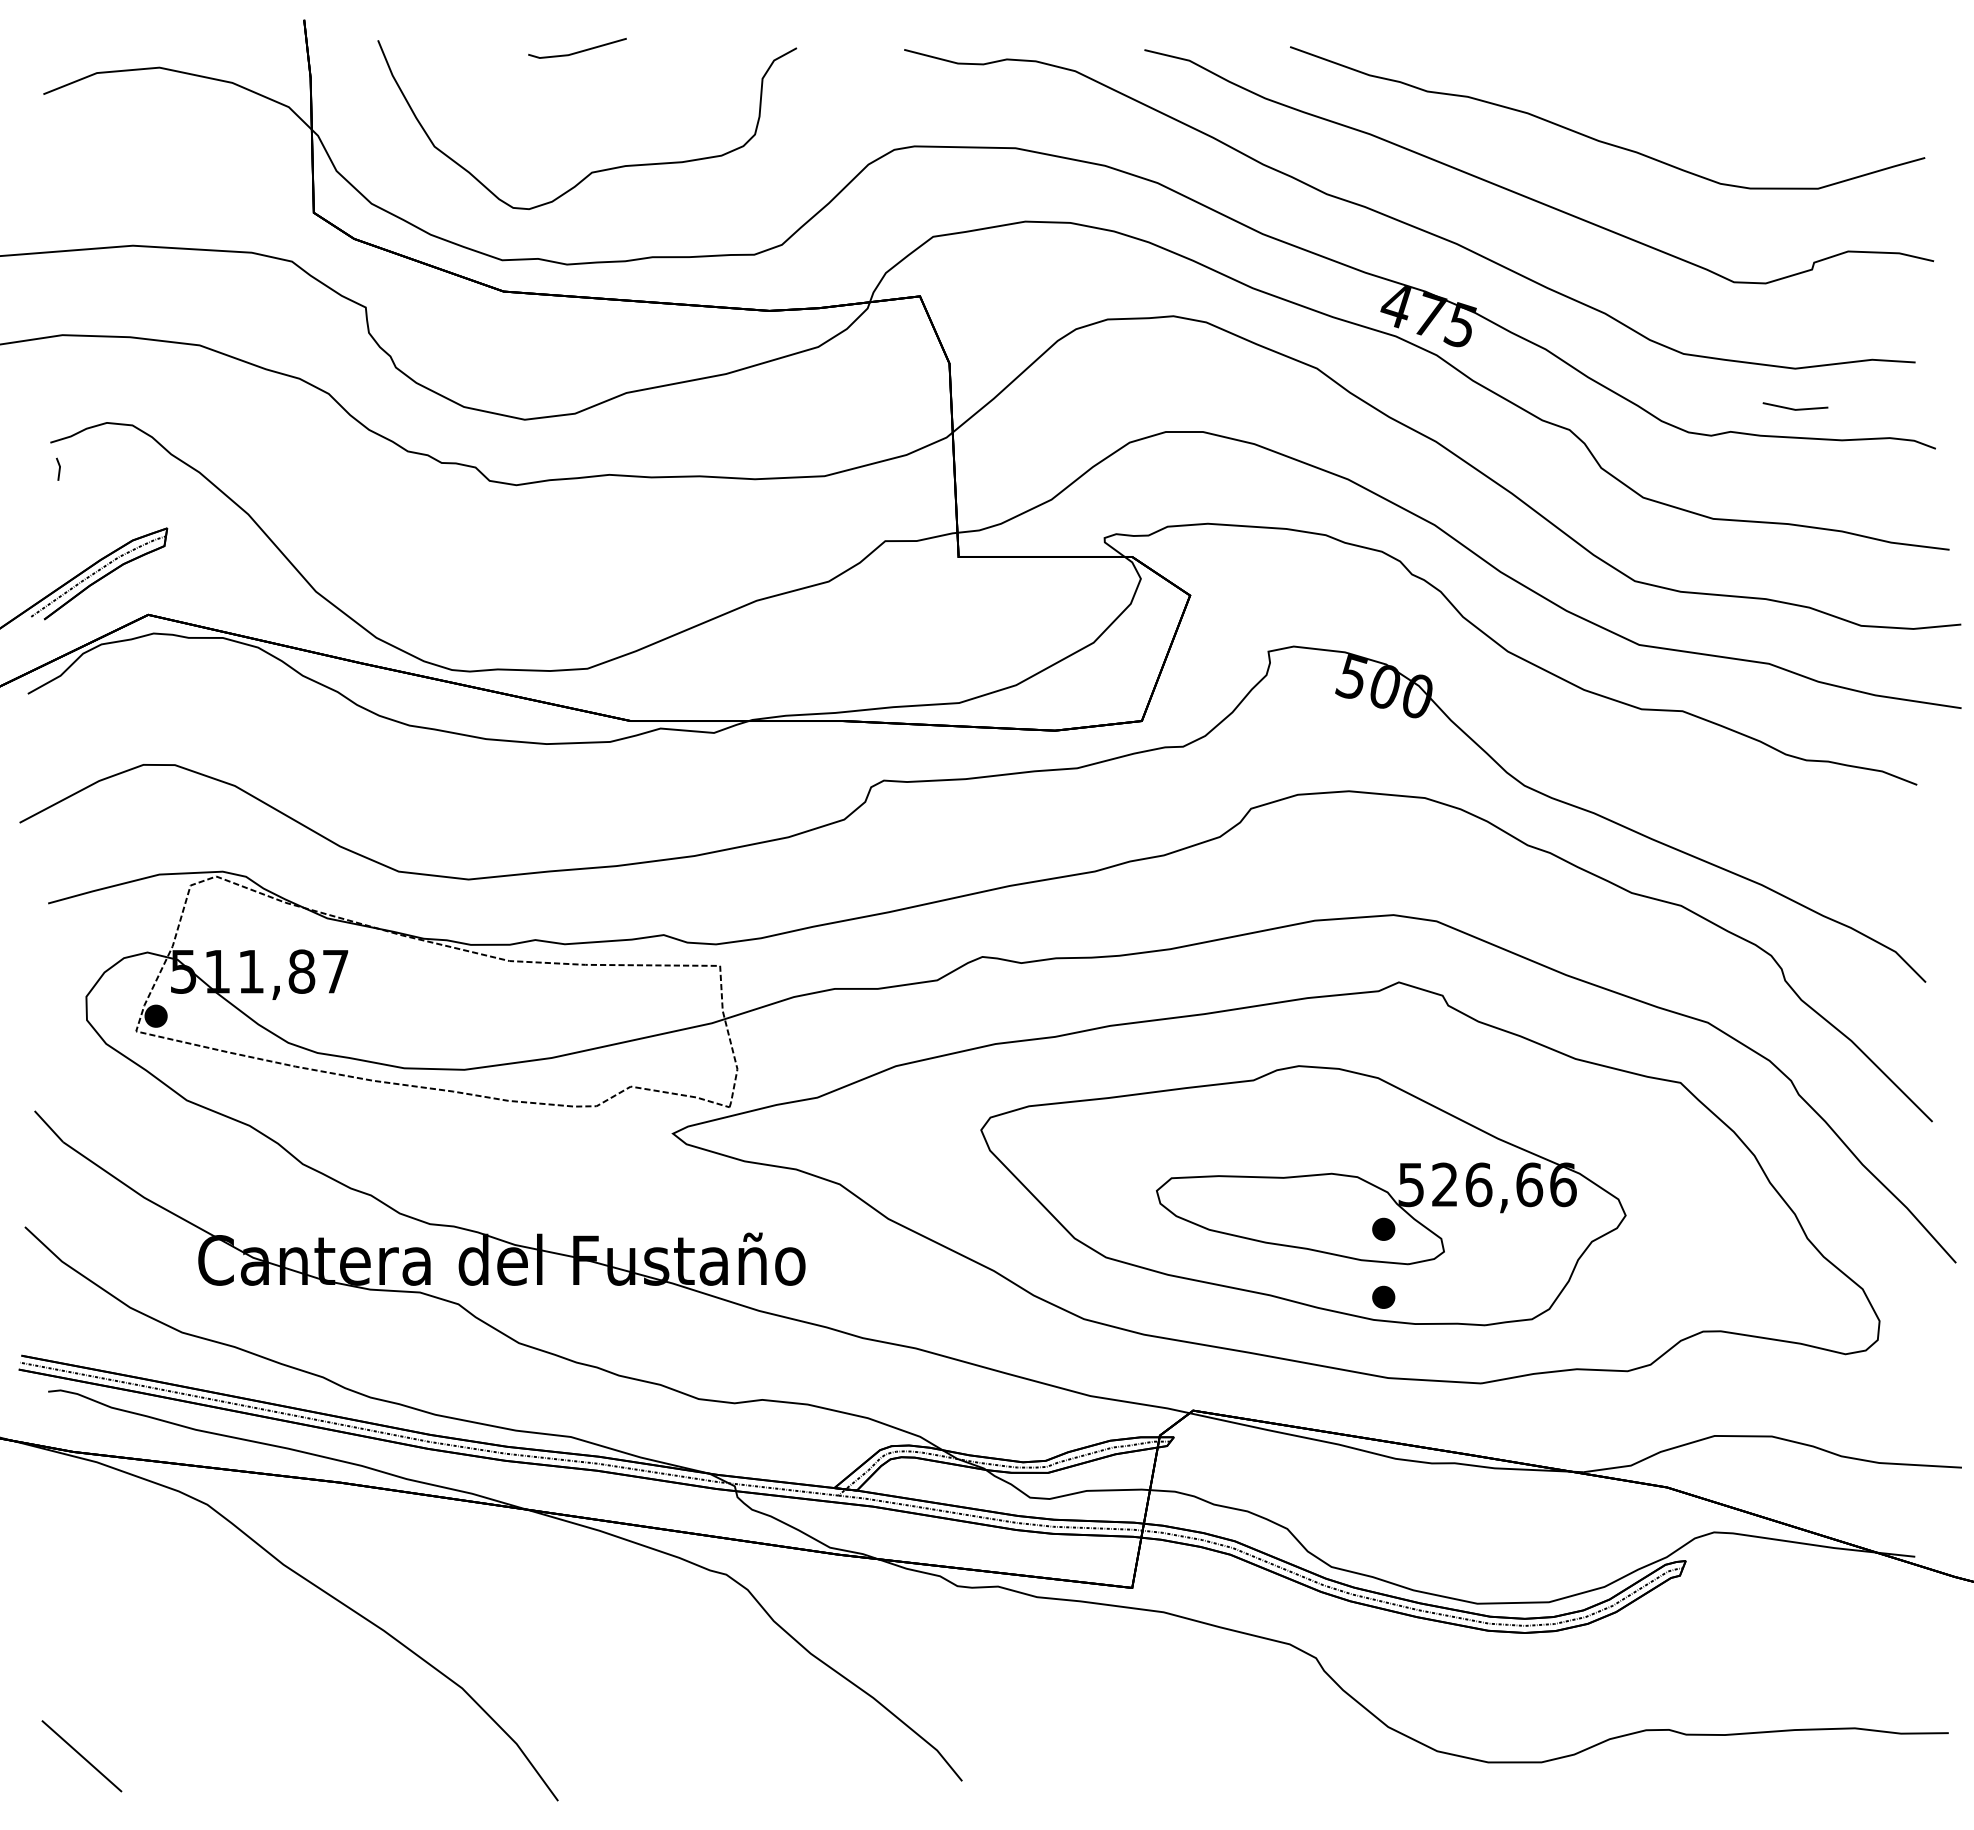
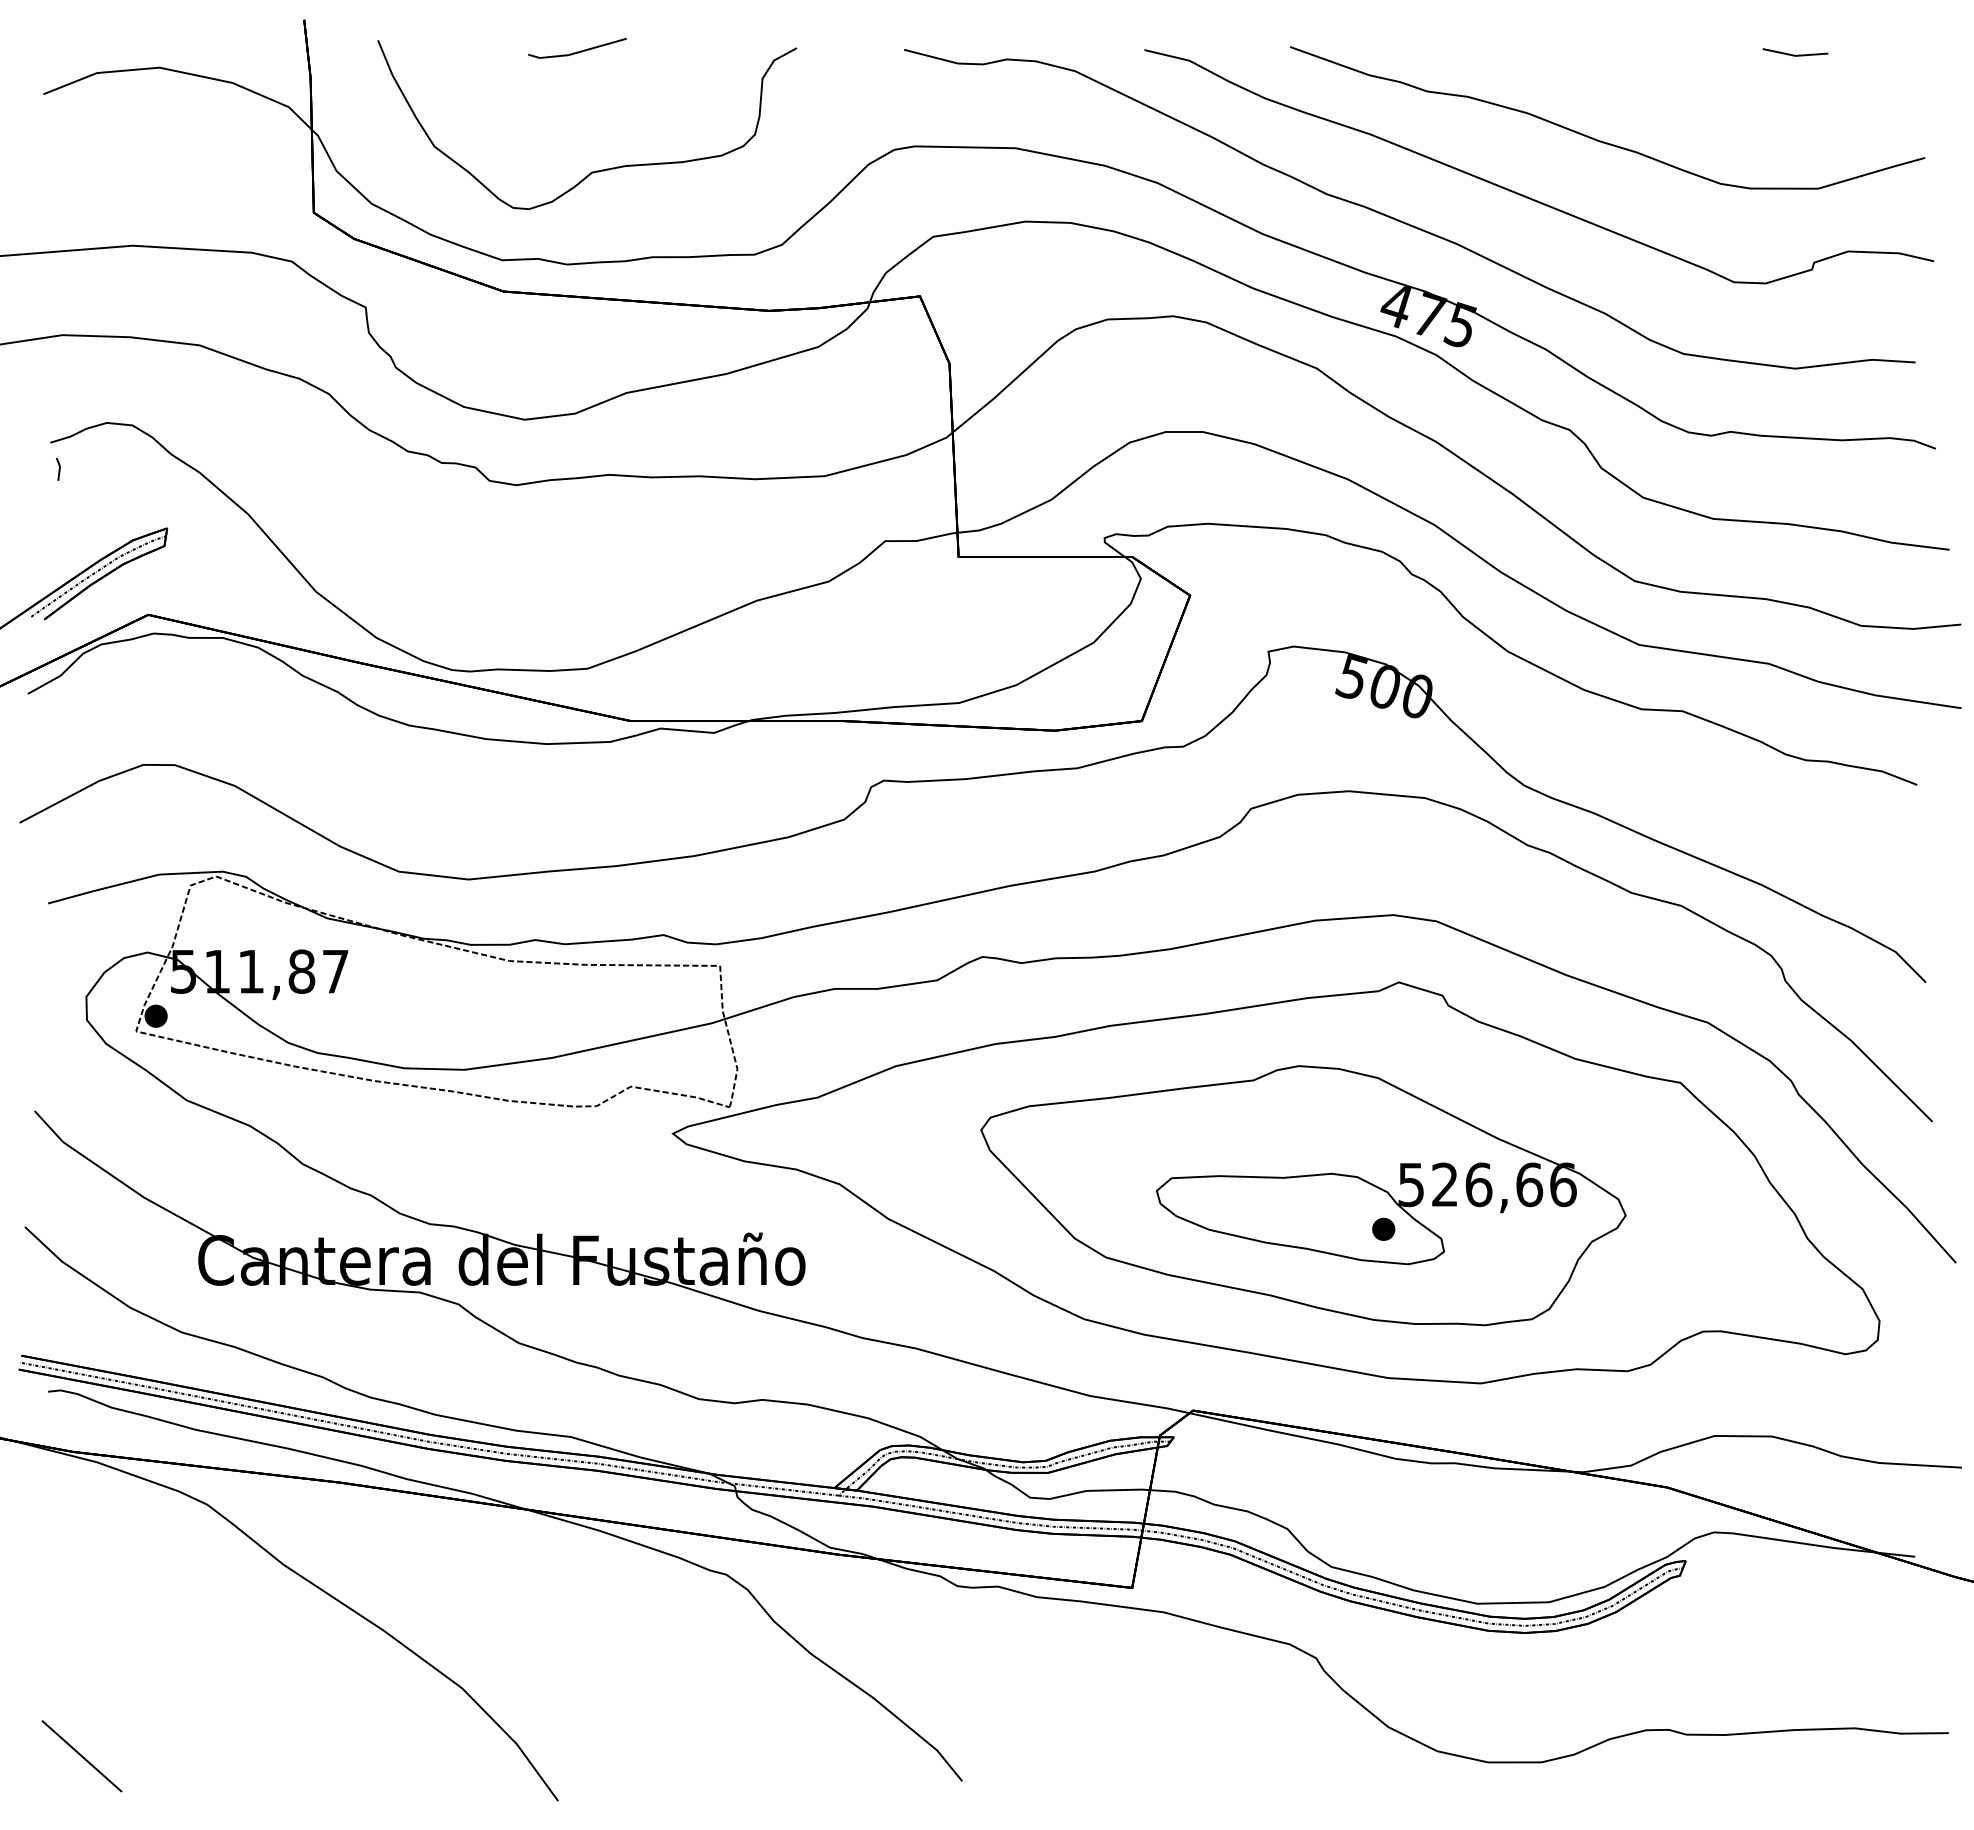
part at (1795, 406) position: (1795, 406) -> (1795, 52)
part at (1383, 1296): present -> none
